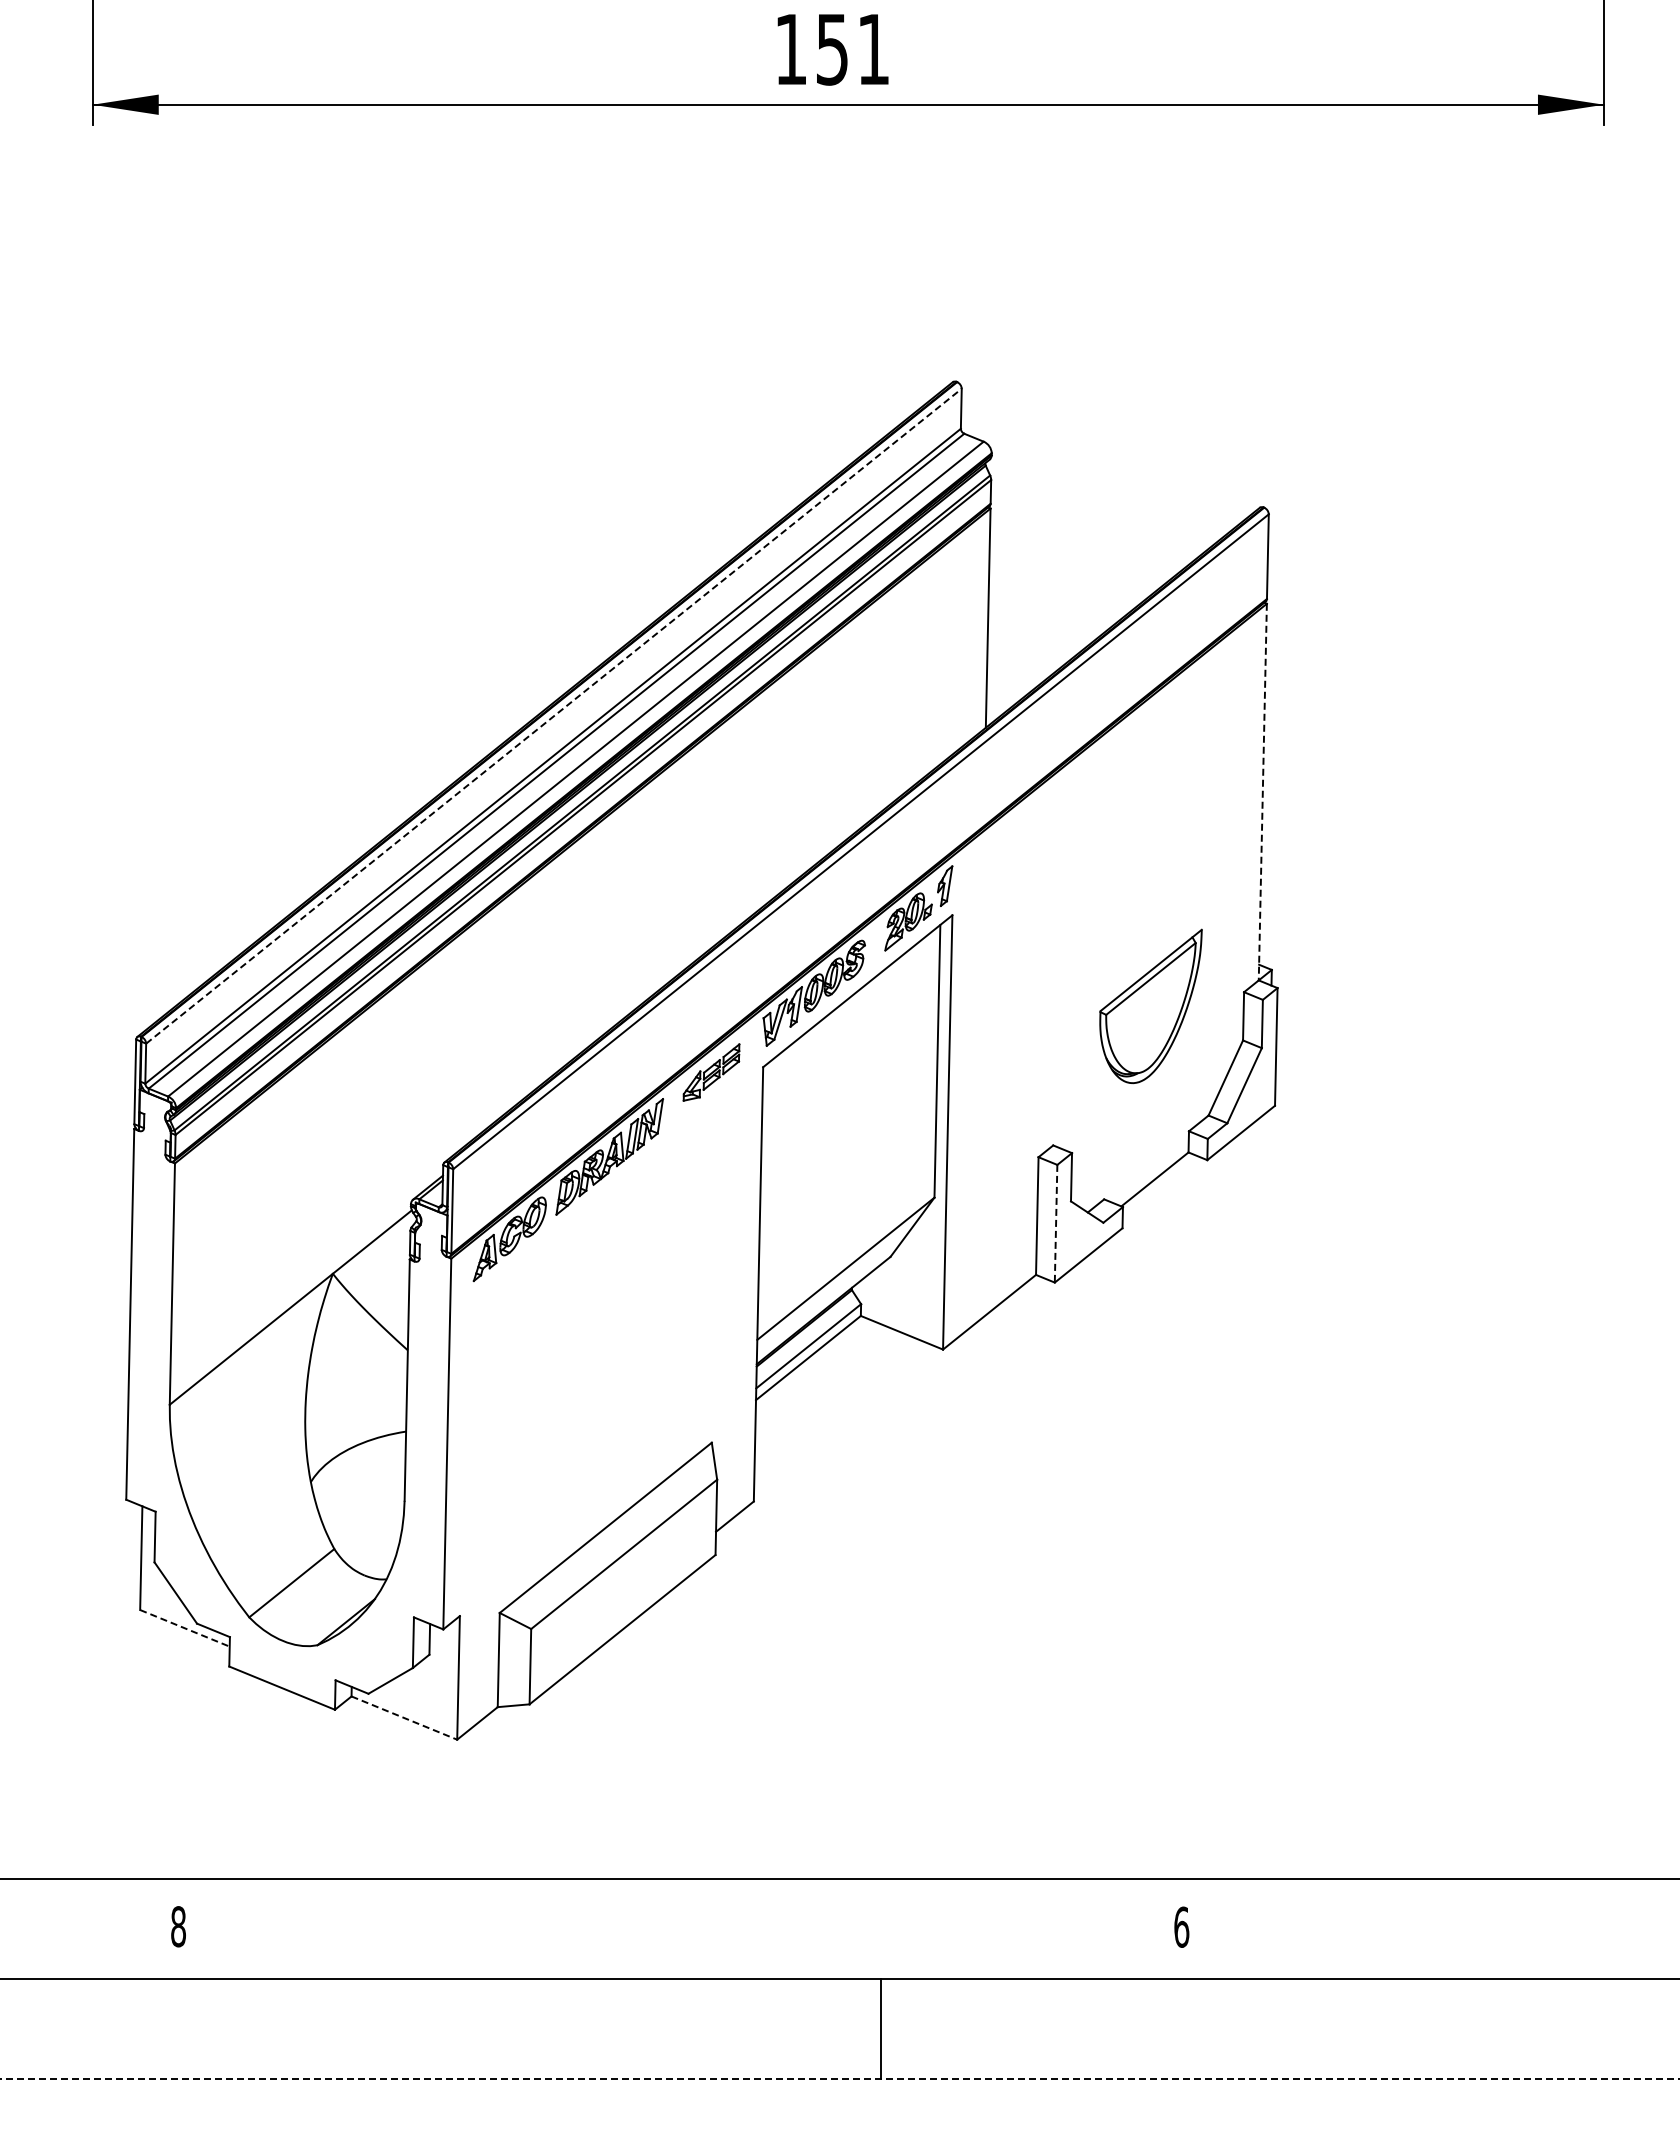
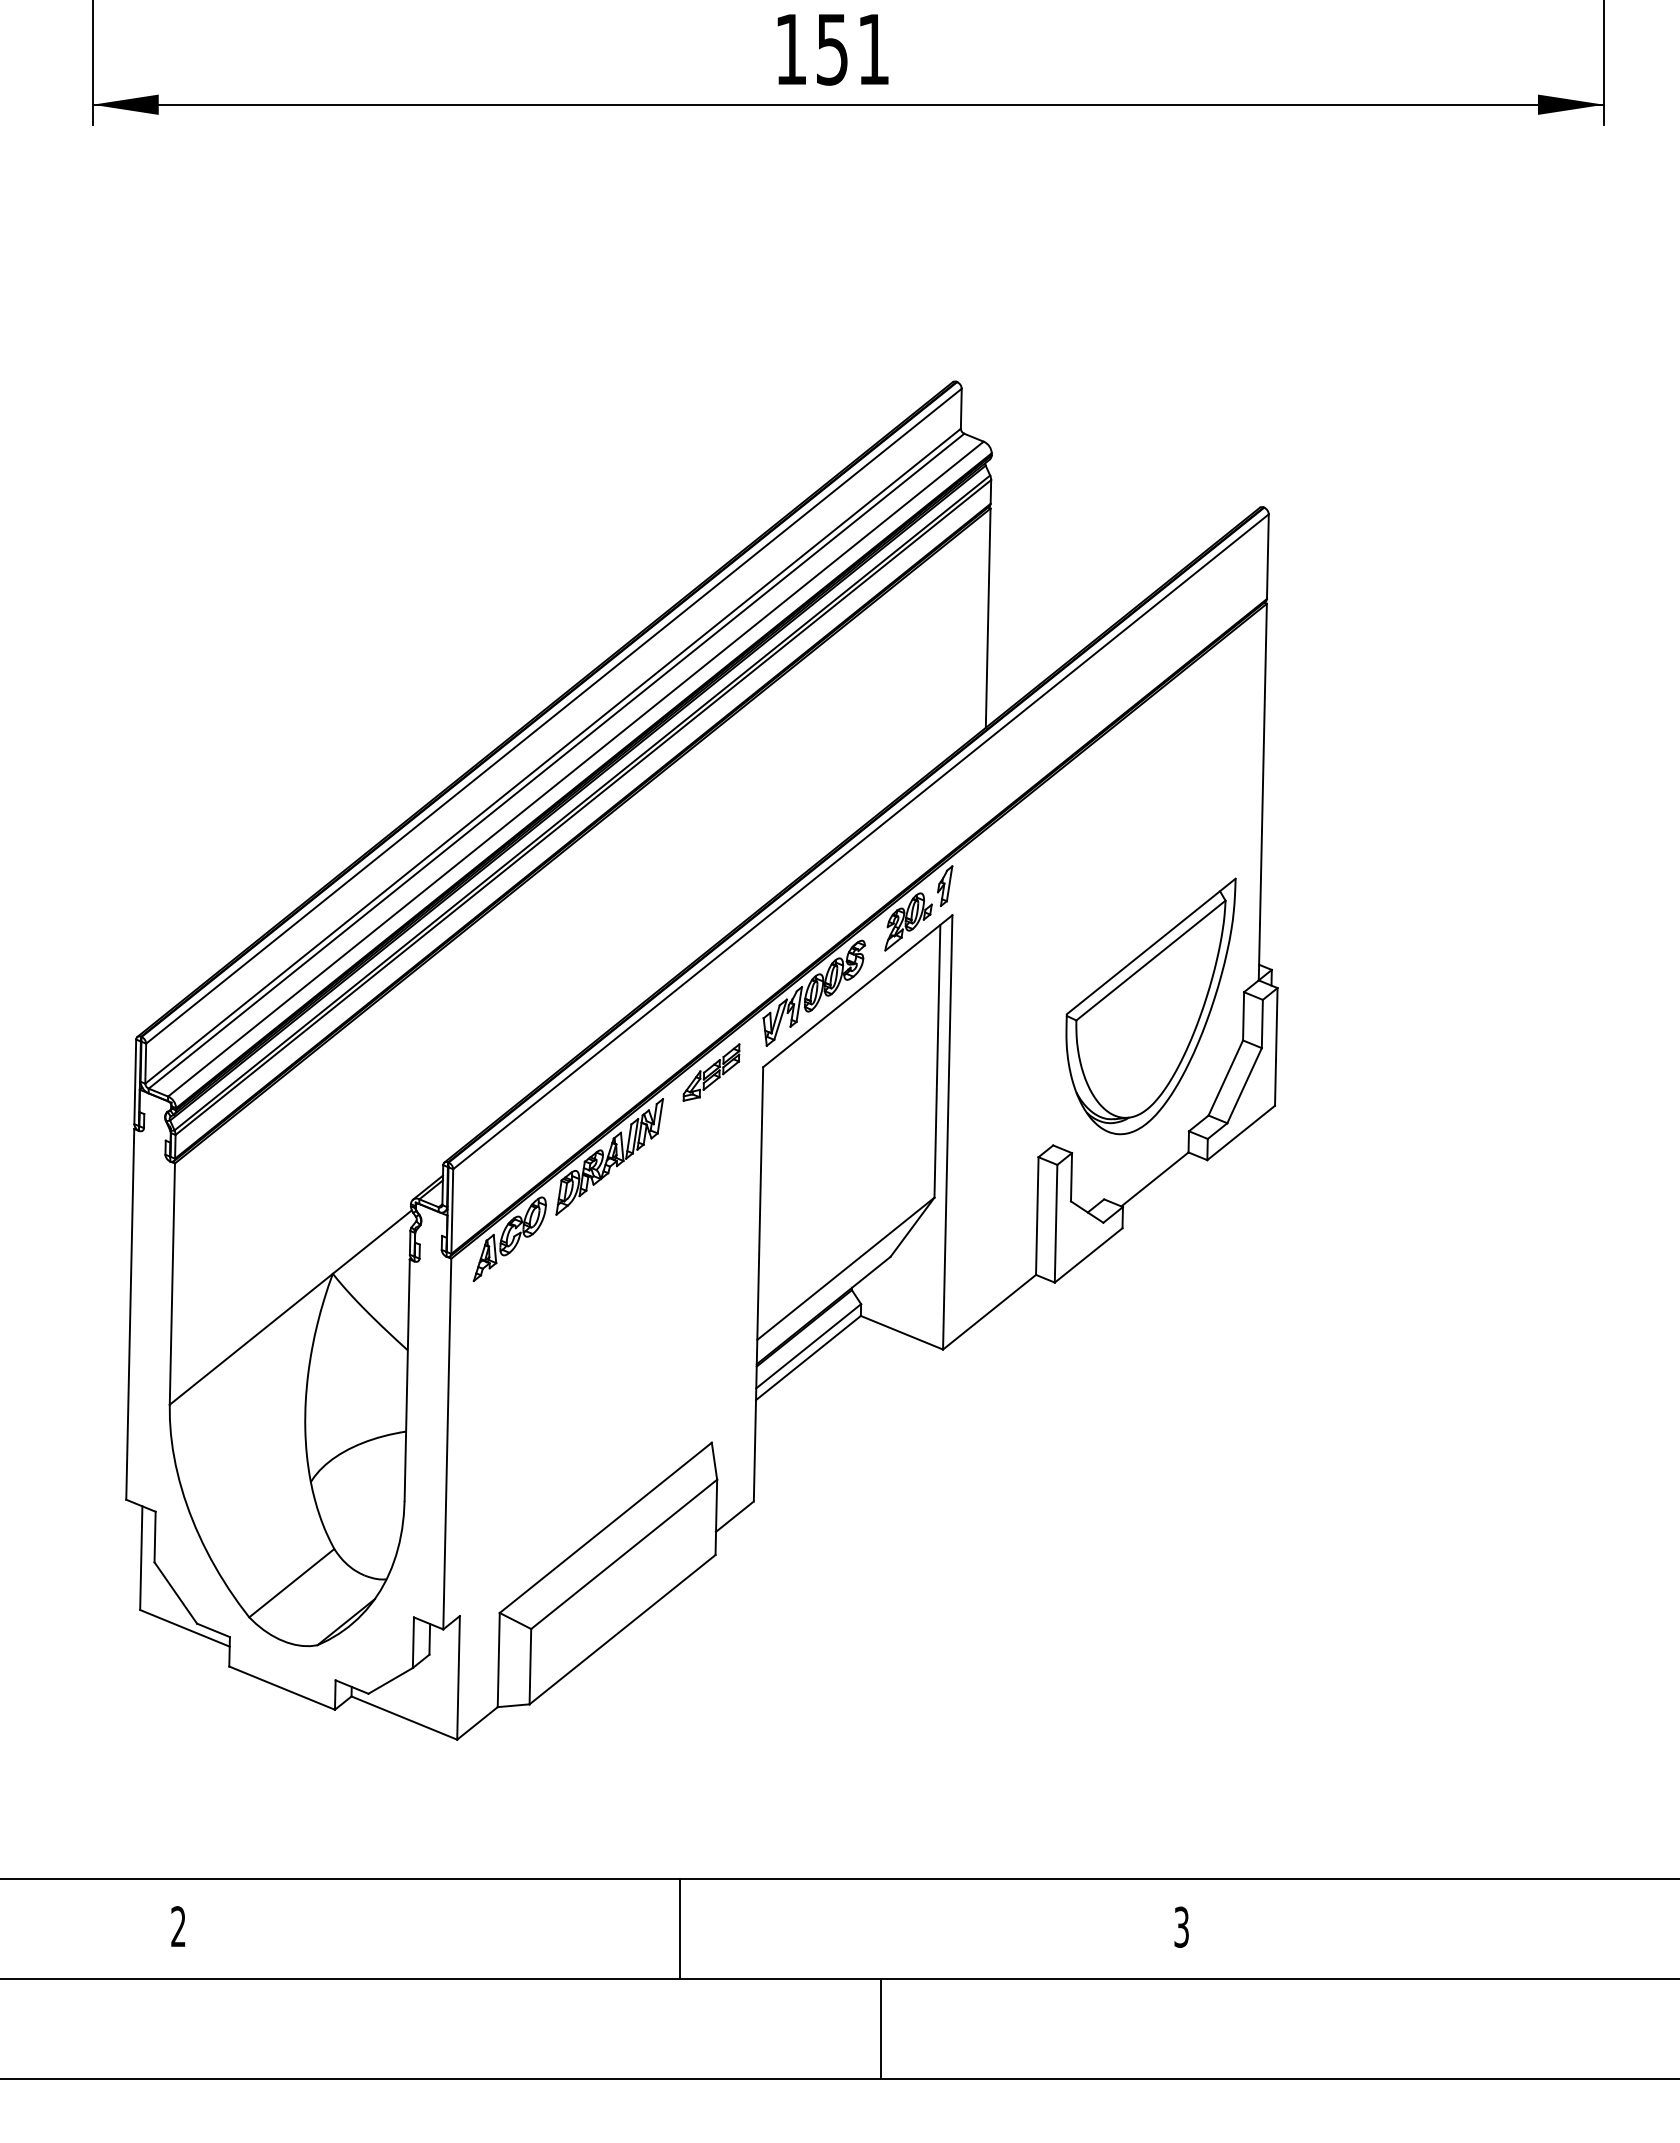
line at (553, 716): dashed -> solid
line at (1262, 792): dashed -> solid
part at (1150, 1006) size: 104x157 px -> 172x259 px
line at (1056, 1223): dashed -> solid
line at (185, 1628): dashed -> solid
line at (404, 1718): dashed -> solid
text at (178, 1926): 8 -> 2
text at (1181, 1926): 6 -> 3
line at (680, 1928): none -> present
line at (840, 2078): dashed -> solid
